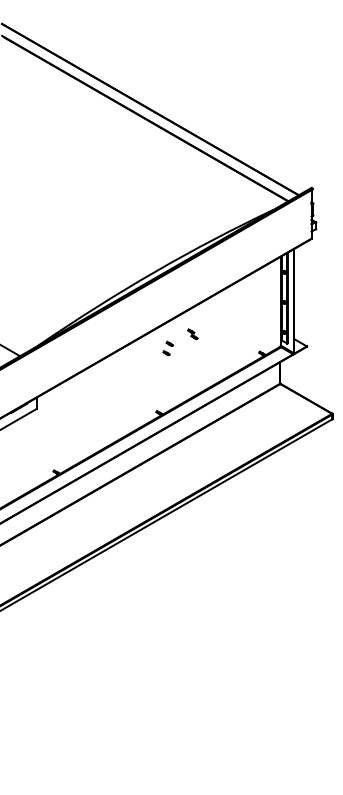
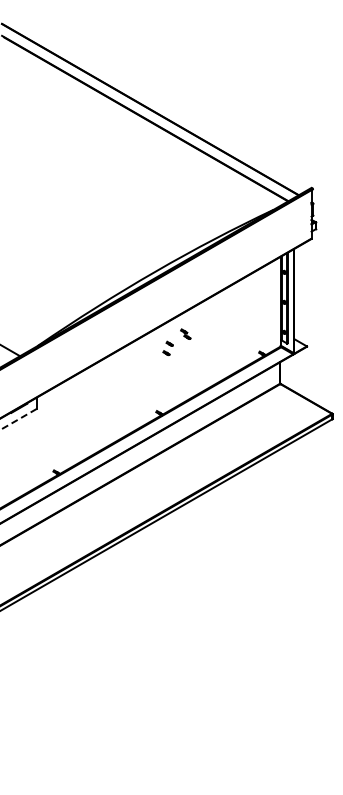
part at (192, 333) position: (192, 333) -> (185, 333)
line at (18, 419): solid -> dashed
